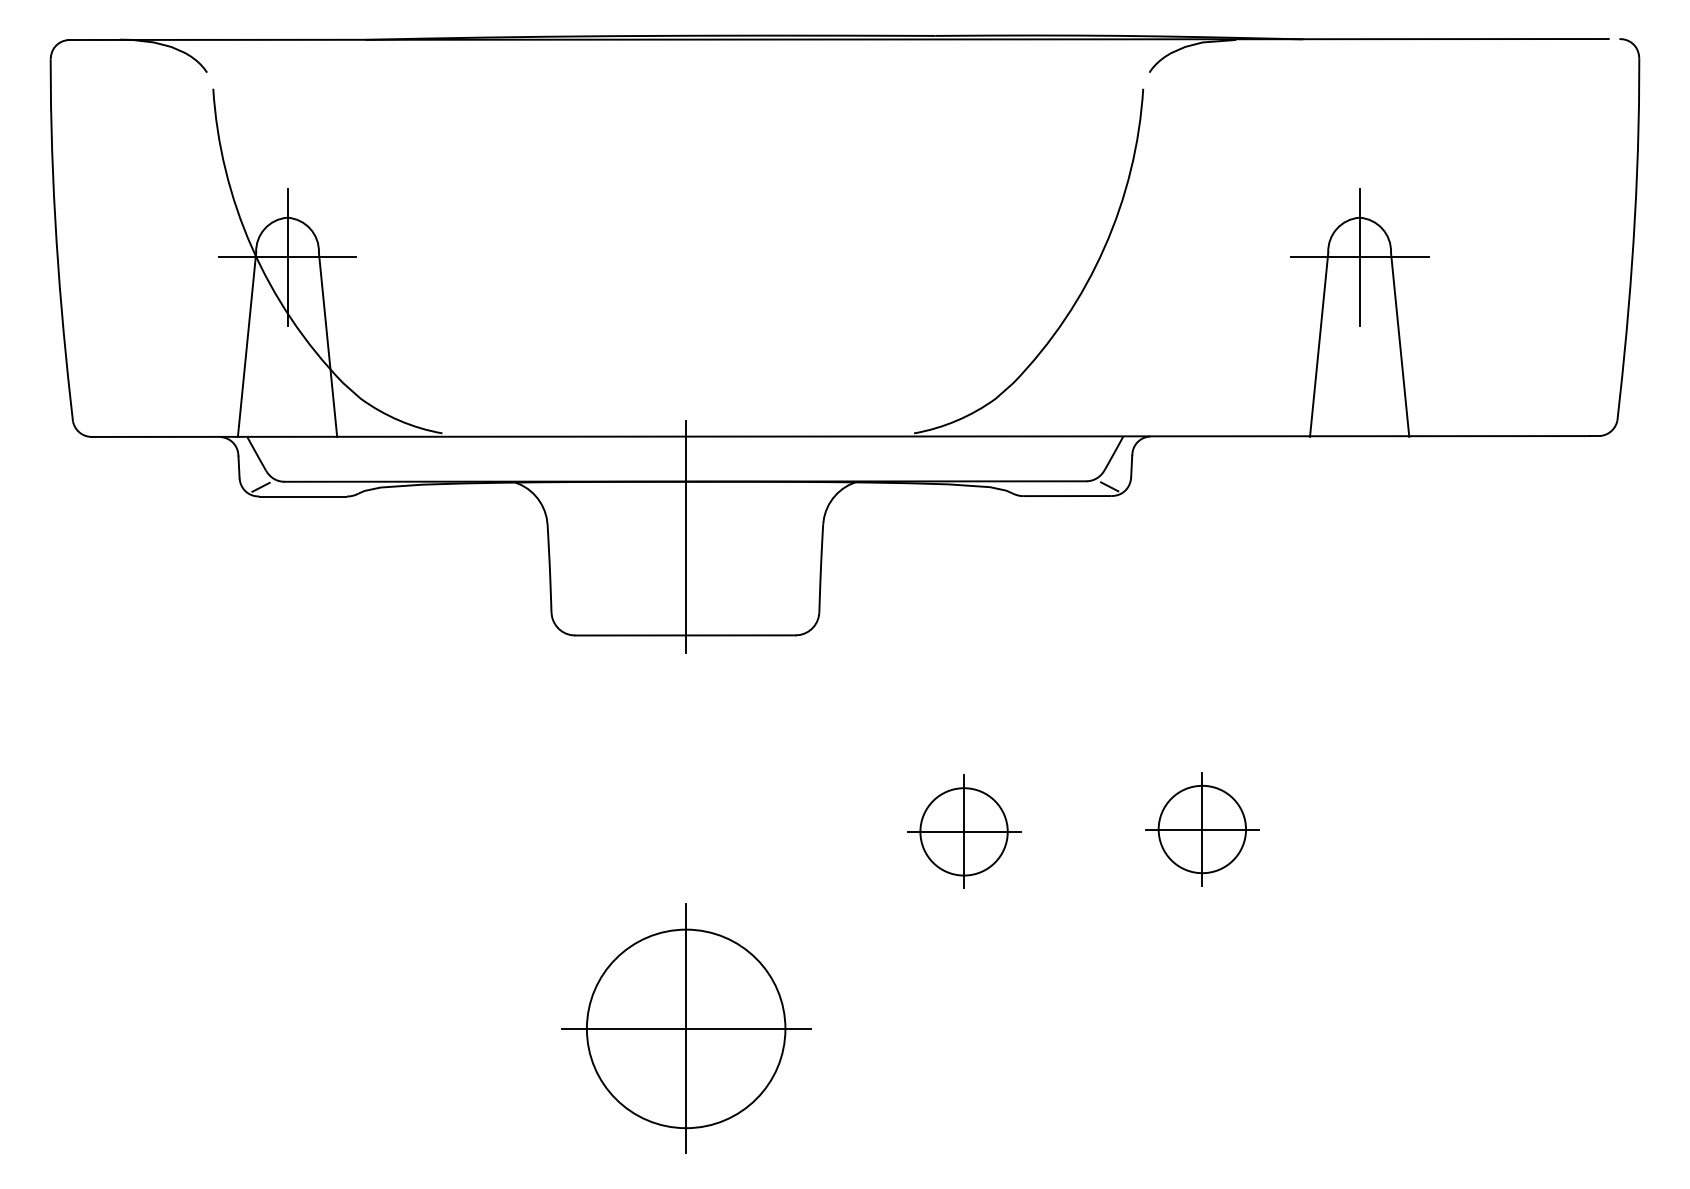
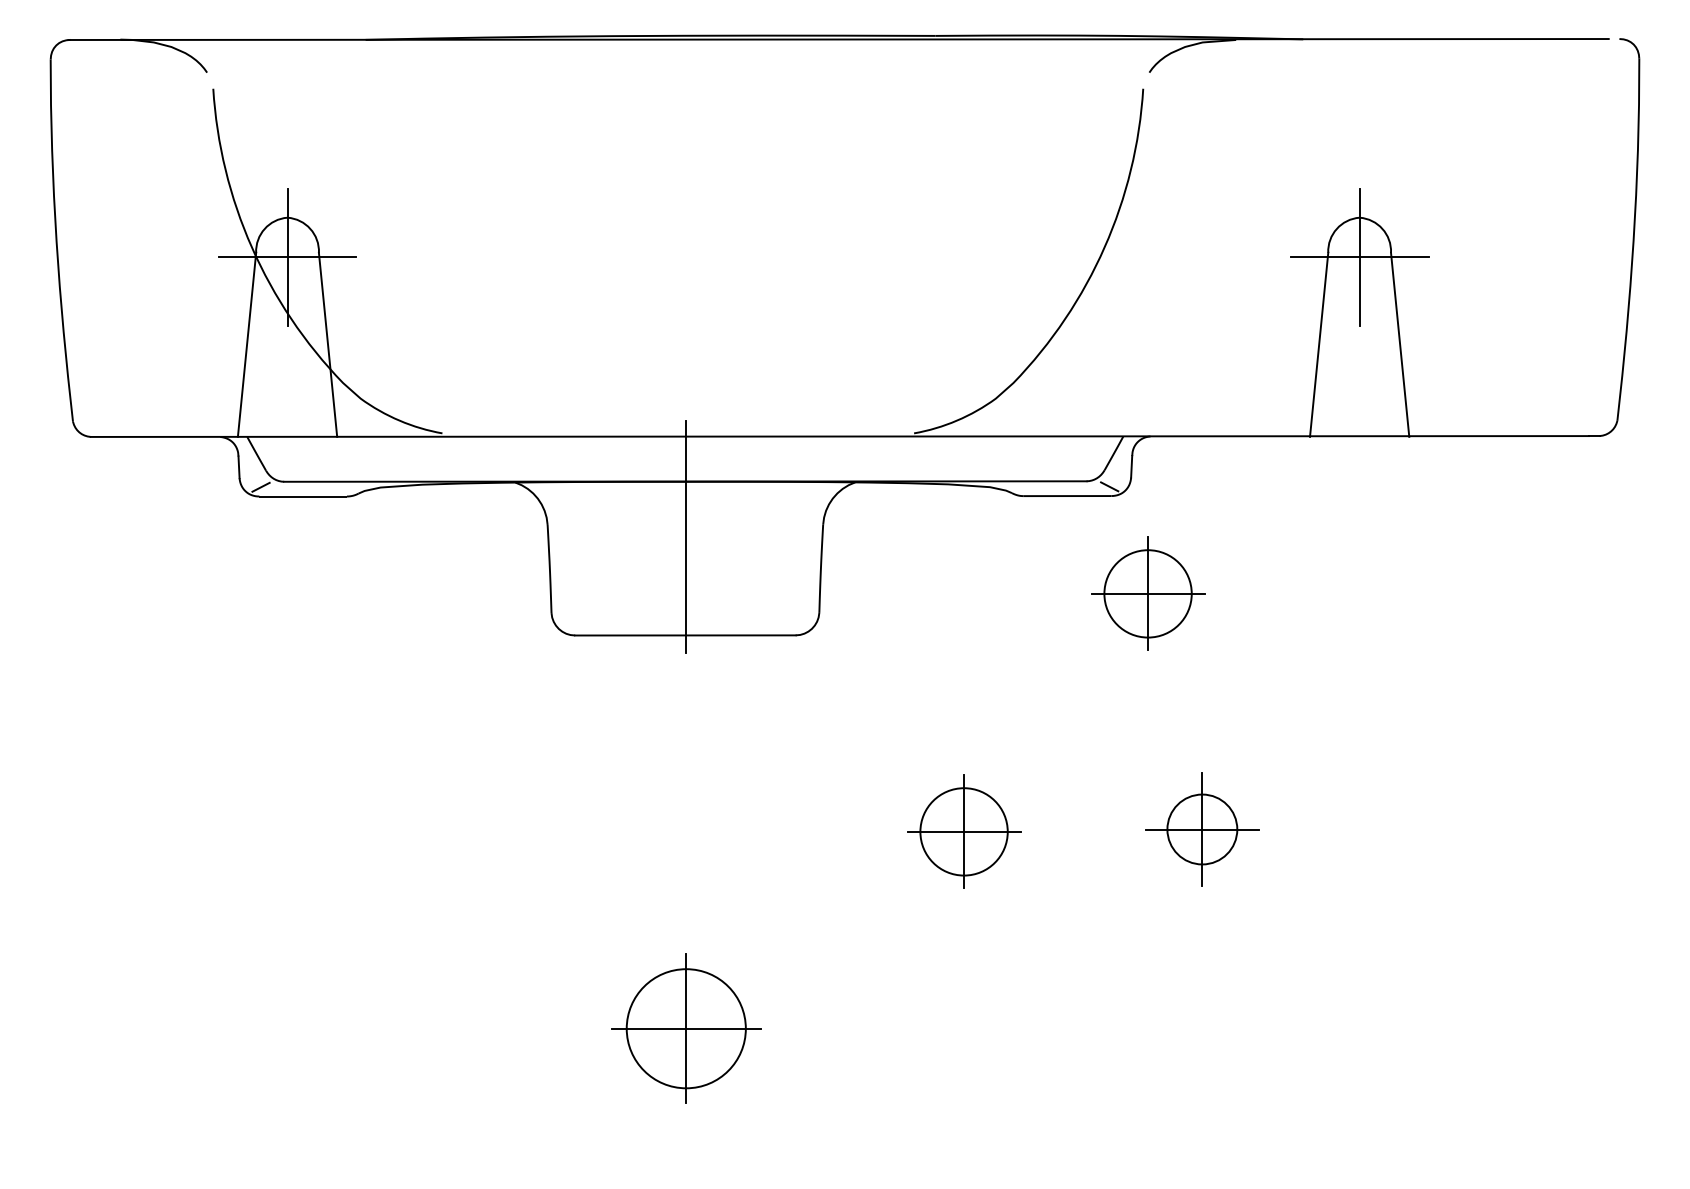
part at (1148, 593): none -> present
circle at (1202, 829) diameter: 87 px -> 70 px
part at (686, 1028) size: 251x251 px -> 151x151 px
